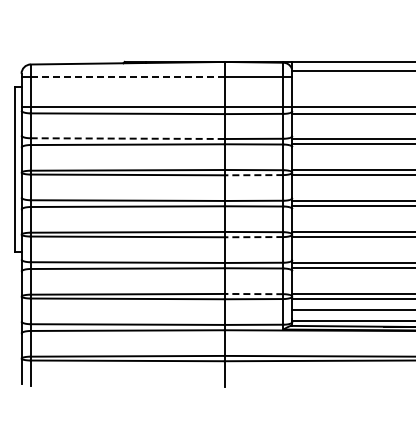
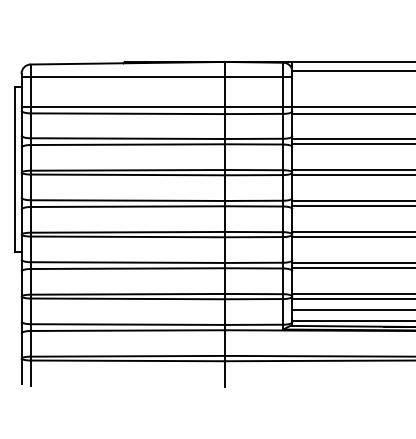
line at (128, 77): dashed -> solid
line at (128, 138): dashed -> solid
line at (253, 175): dashed -> solid
line at (253, 237): dashed -> solid
line at (253, 294): dashed -> solid
